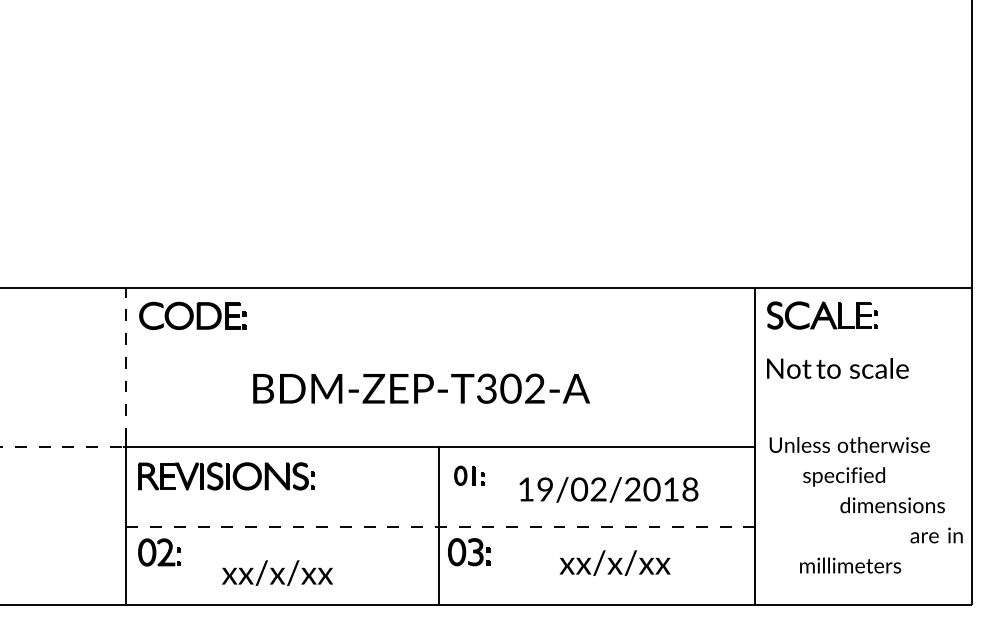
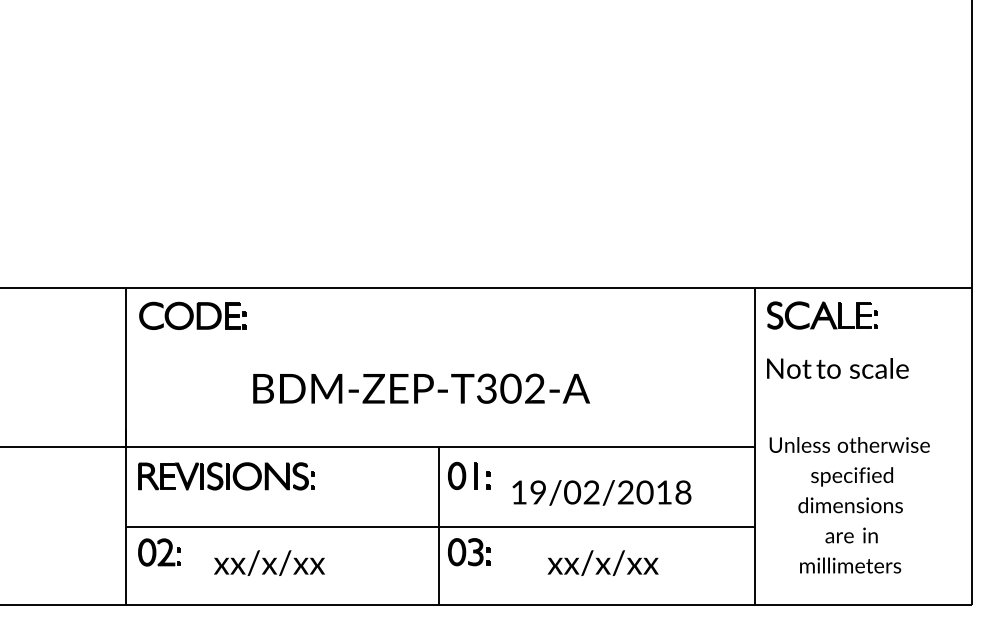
line at (126, 431): dashed -> solid
part at (469, 475) size: 31x21 px -> 43x29 px
text at (843, 476) position: (843, 476) -> (851, 476)
text at (608, 489) position: (608, 489) -> (601, 492)
text at (892, 505) position: (892, 505) -> (850, 505)
line at (440, 527): dashed -> solid
text at (936, 535) position: (936, 535) -> (851, 535)
text at (614, 562) position: (614, 562) -> (602, 562)
text at (277, 572) position: (277, 572) -> (269, 562)
